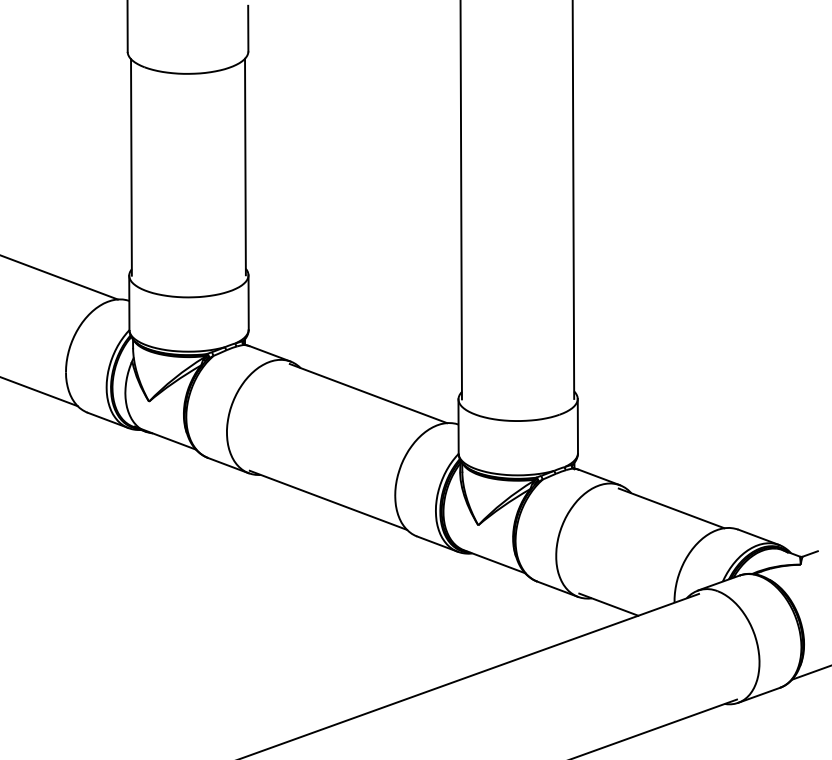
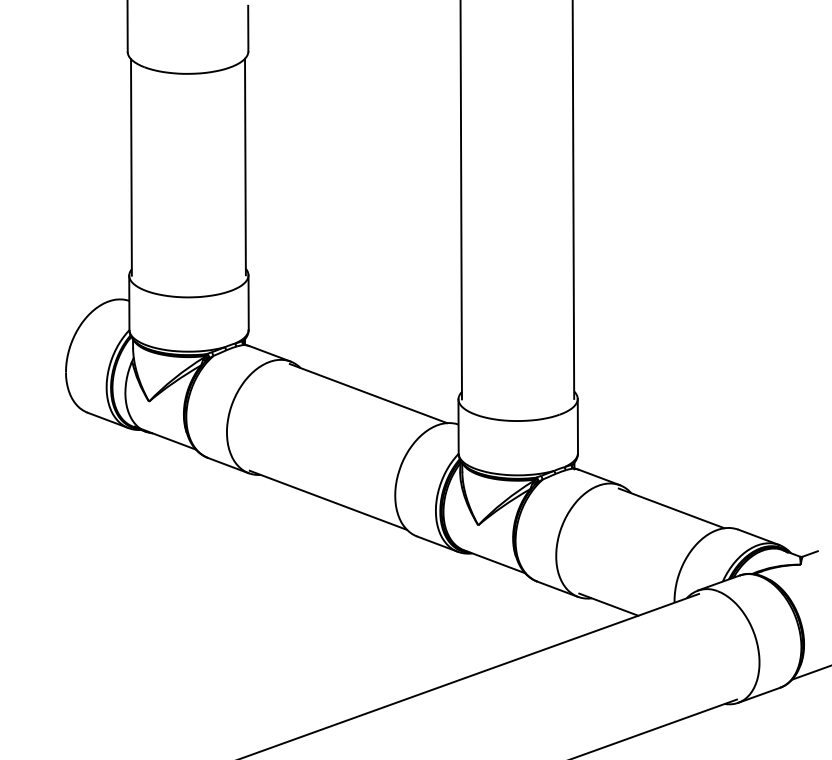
line at (59, 277): present -> none
line at (39, 392): present -> none
